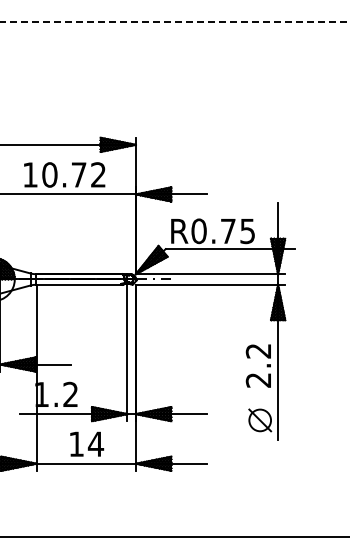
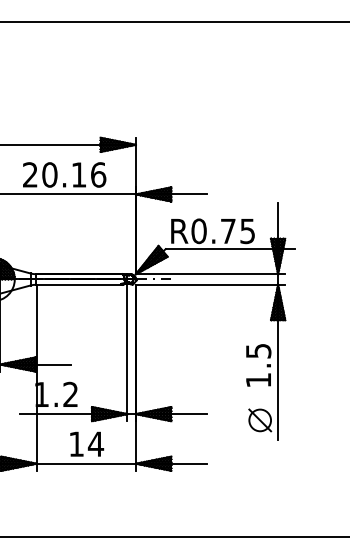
line at (174, 22): dashed -> solid
text at (64, 174): 10.72 -> 20.16
text at (258, 365): 2.2 -> 1.5
